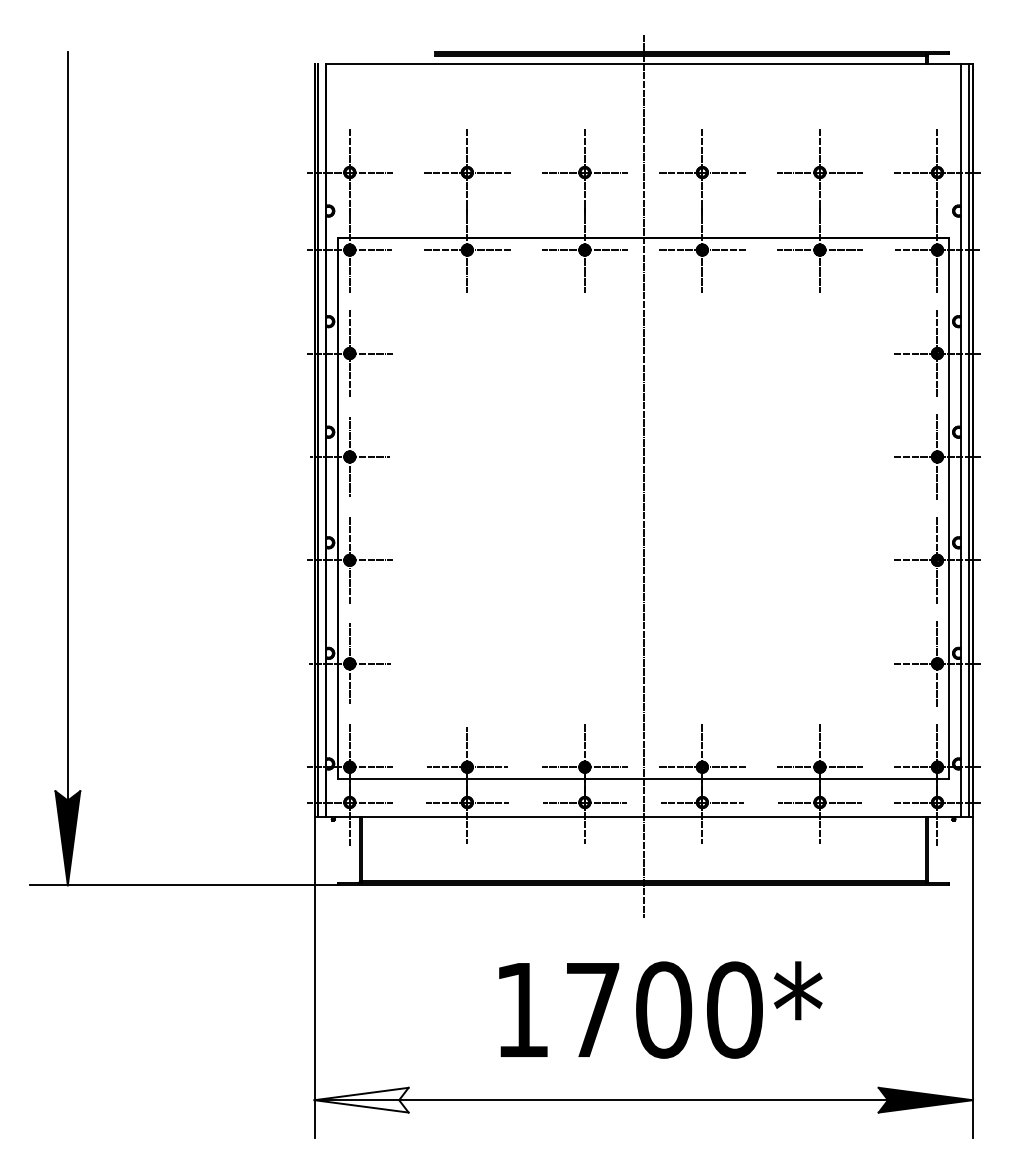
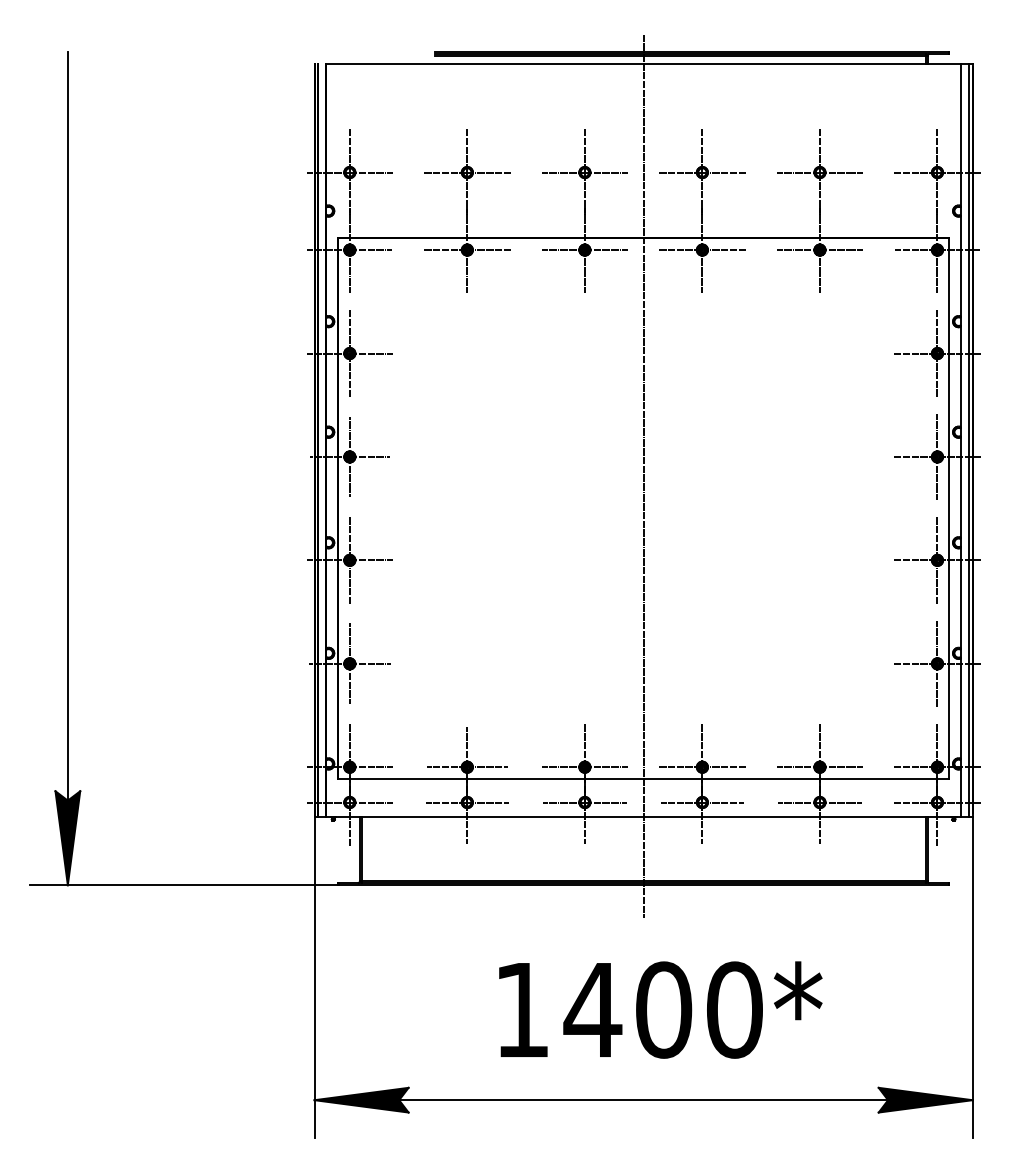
text at (592, 1009): 1700* -> 1400*
fill at (361, 1099): none -> present
